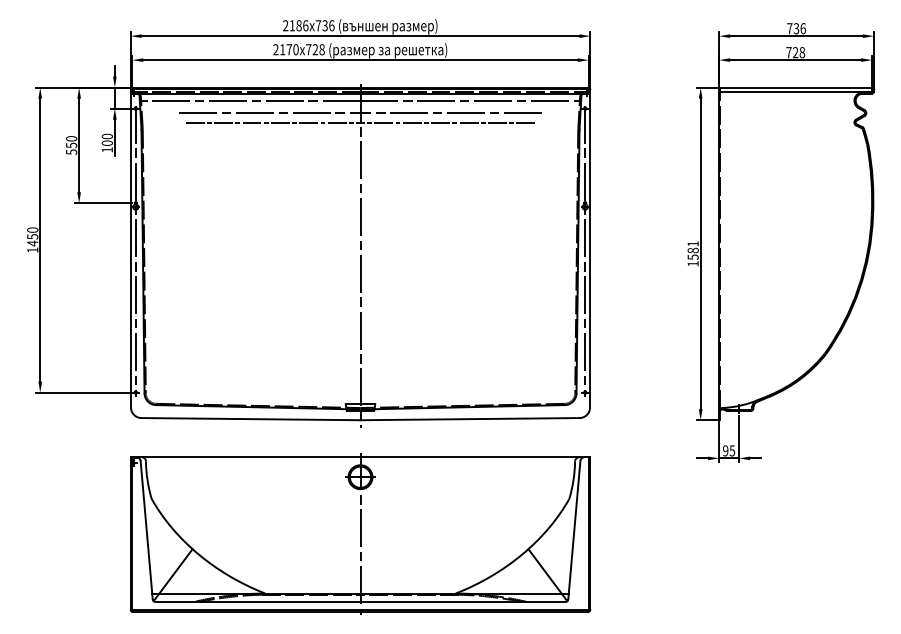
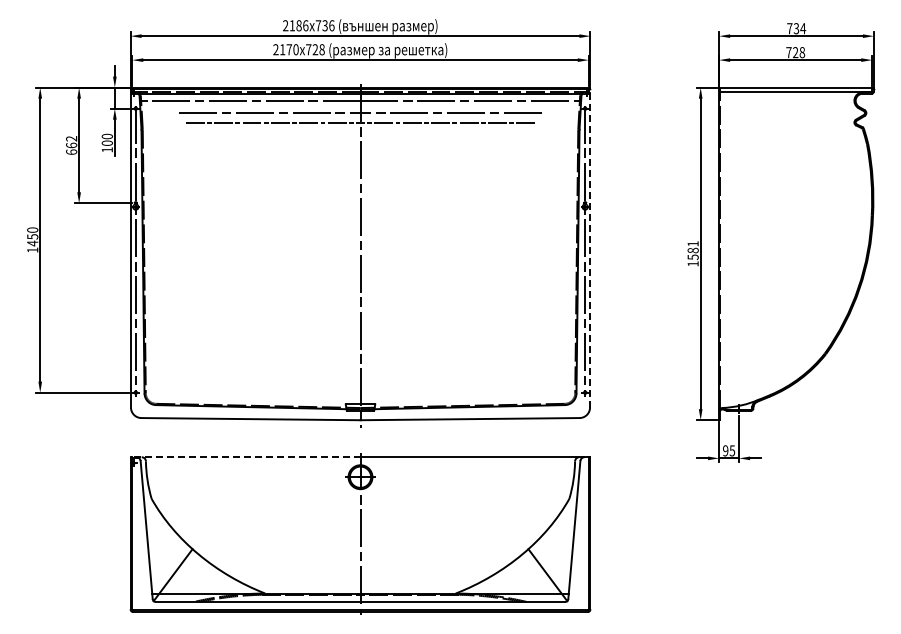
text at (803, 28): 736 -> 734
text at (71, 145): 550 -> 662
line at (590, 247): solid -> dashed
line at (245, 457): solid -> dashed
